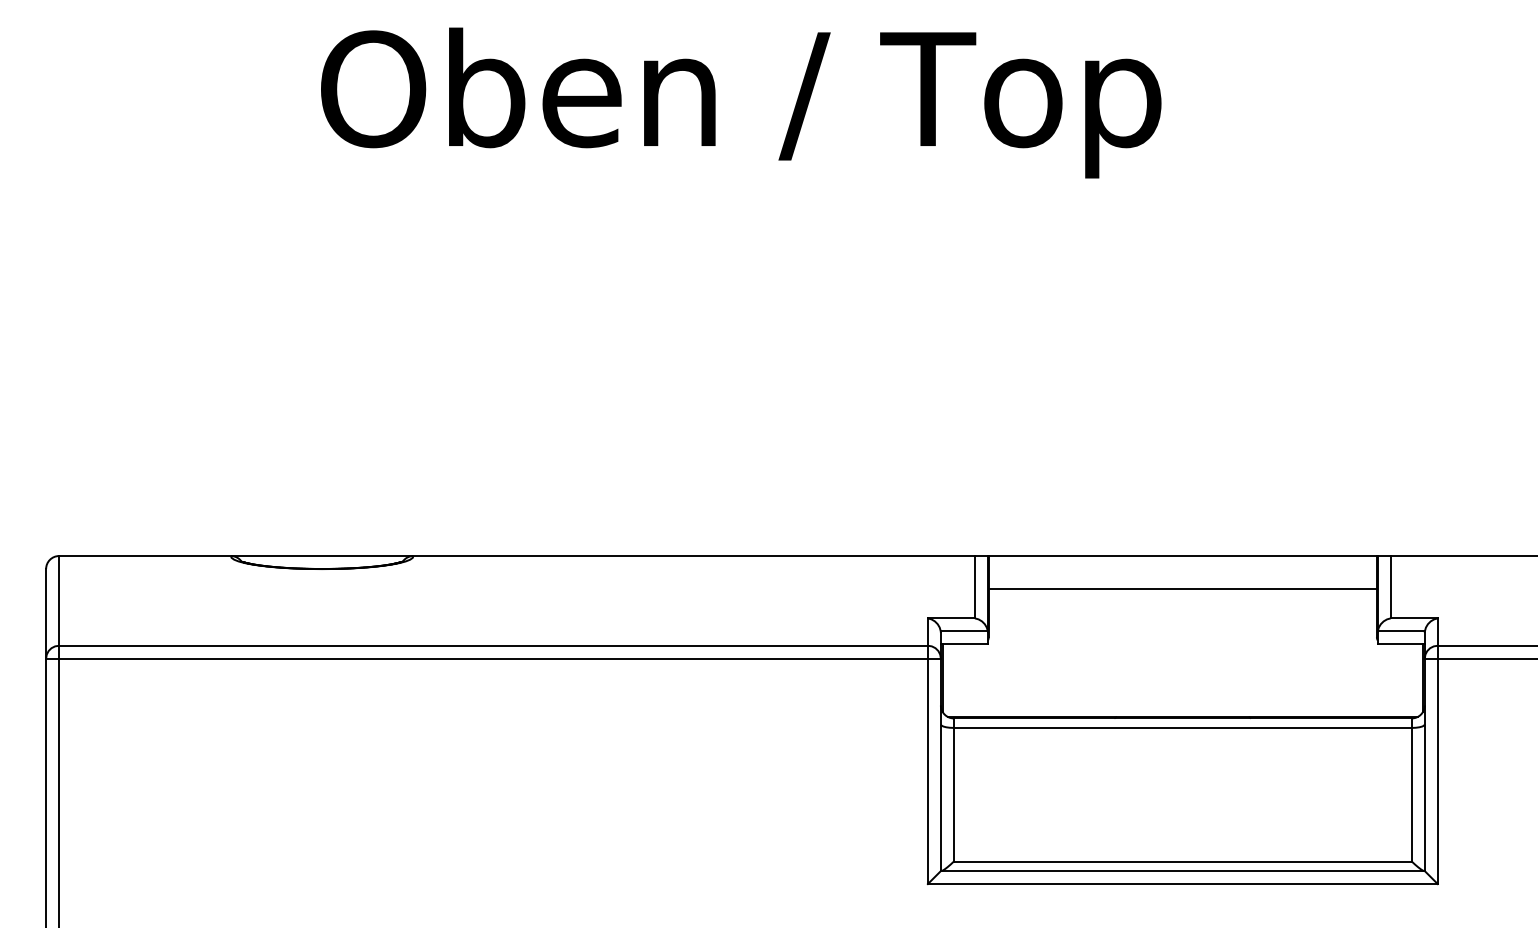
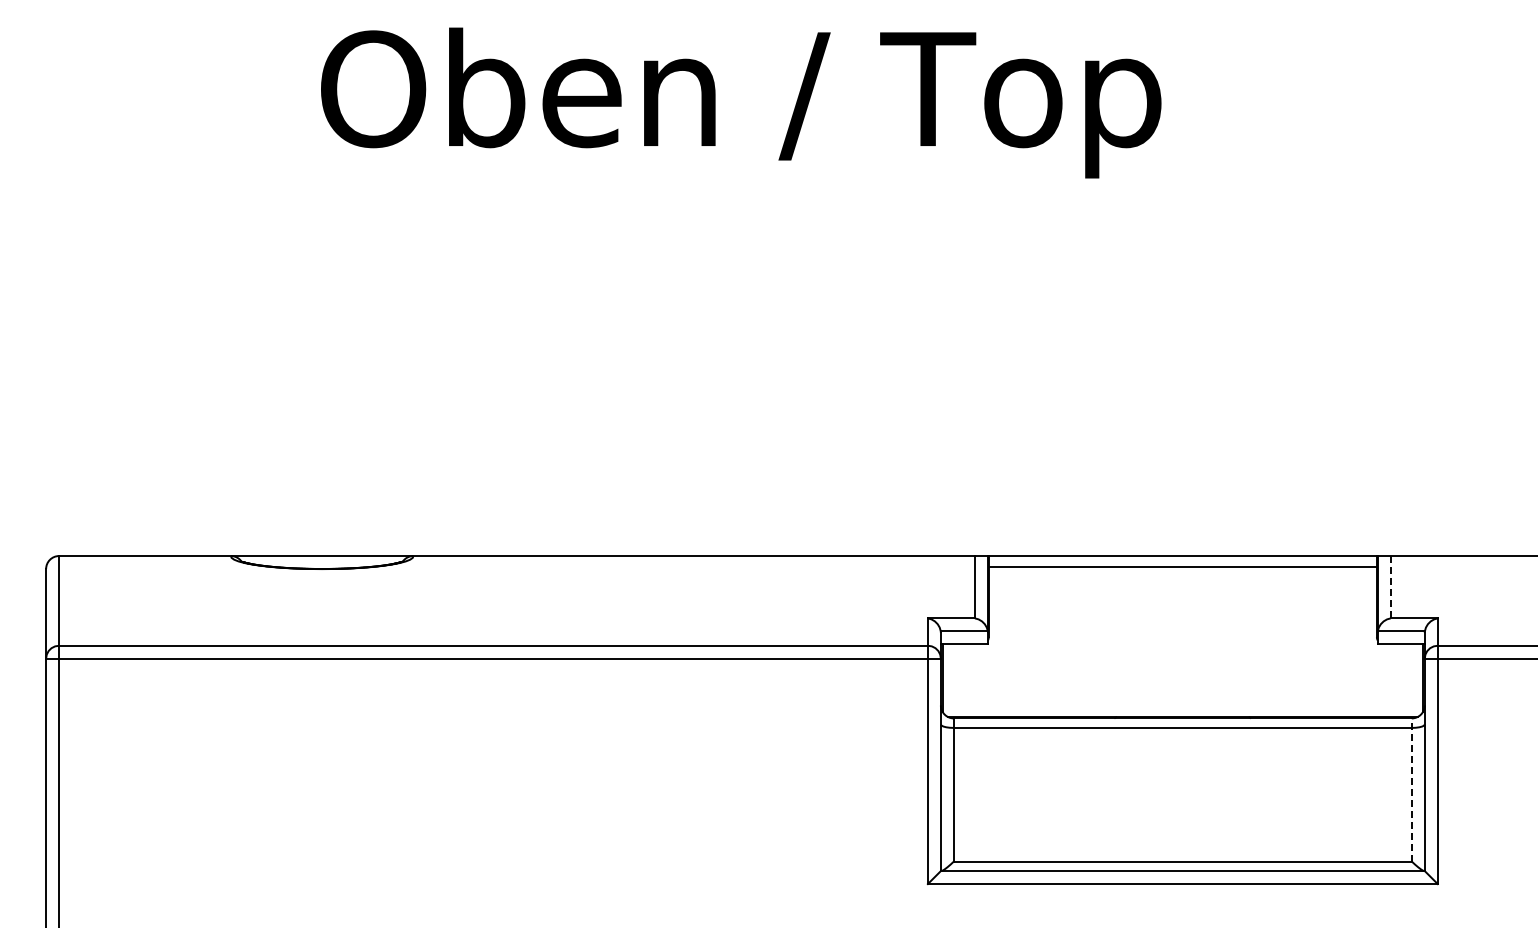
line at (1390, 587): solid -> dashed
line at (1182, 588) position: (1182, 588) -> (1182, 566)
line at (1411, 789): solid -> dashed
